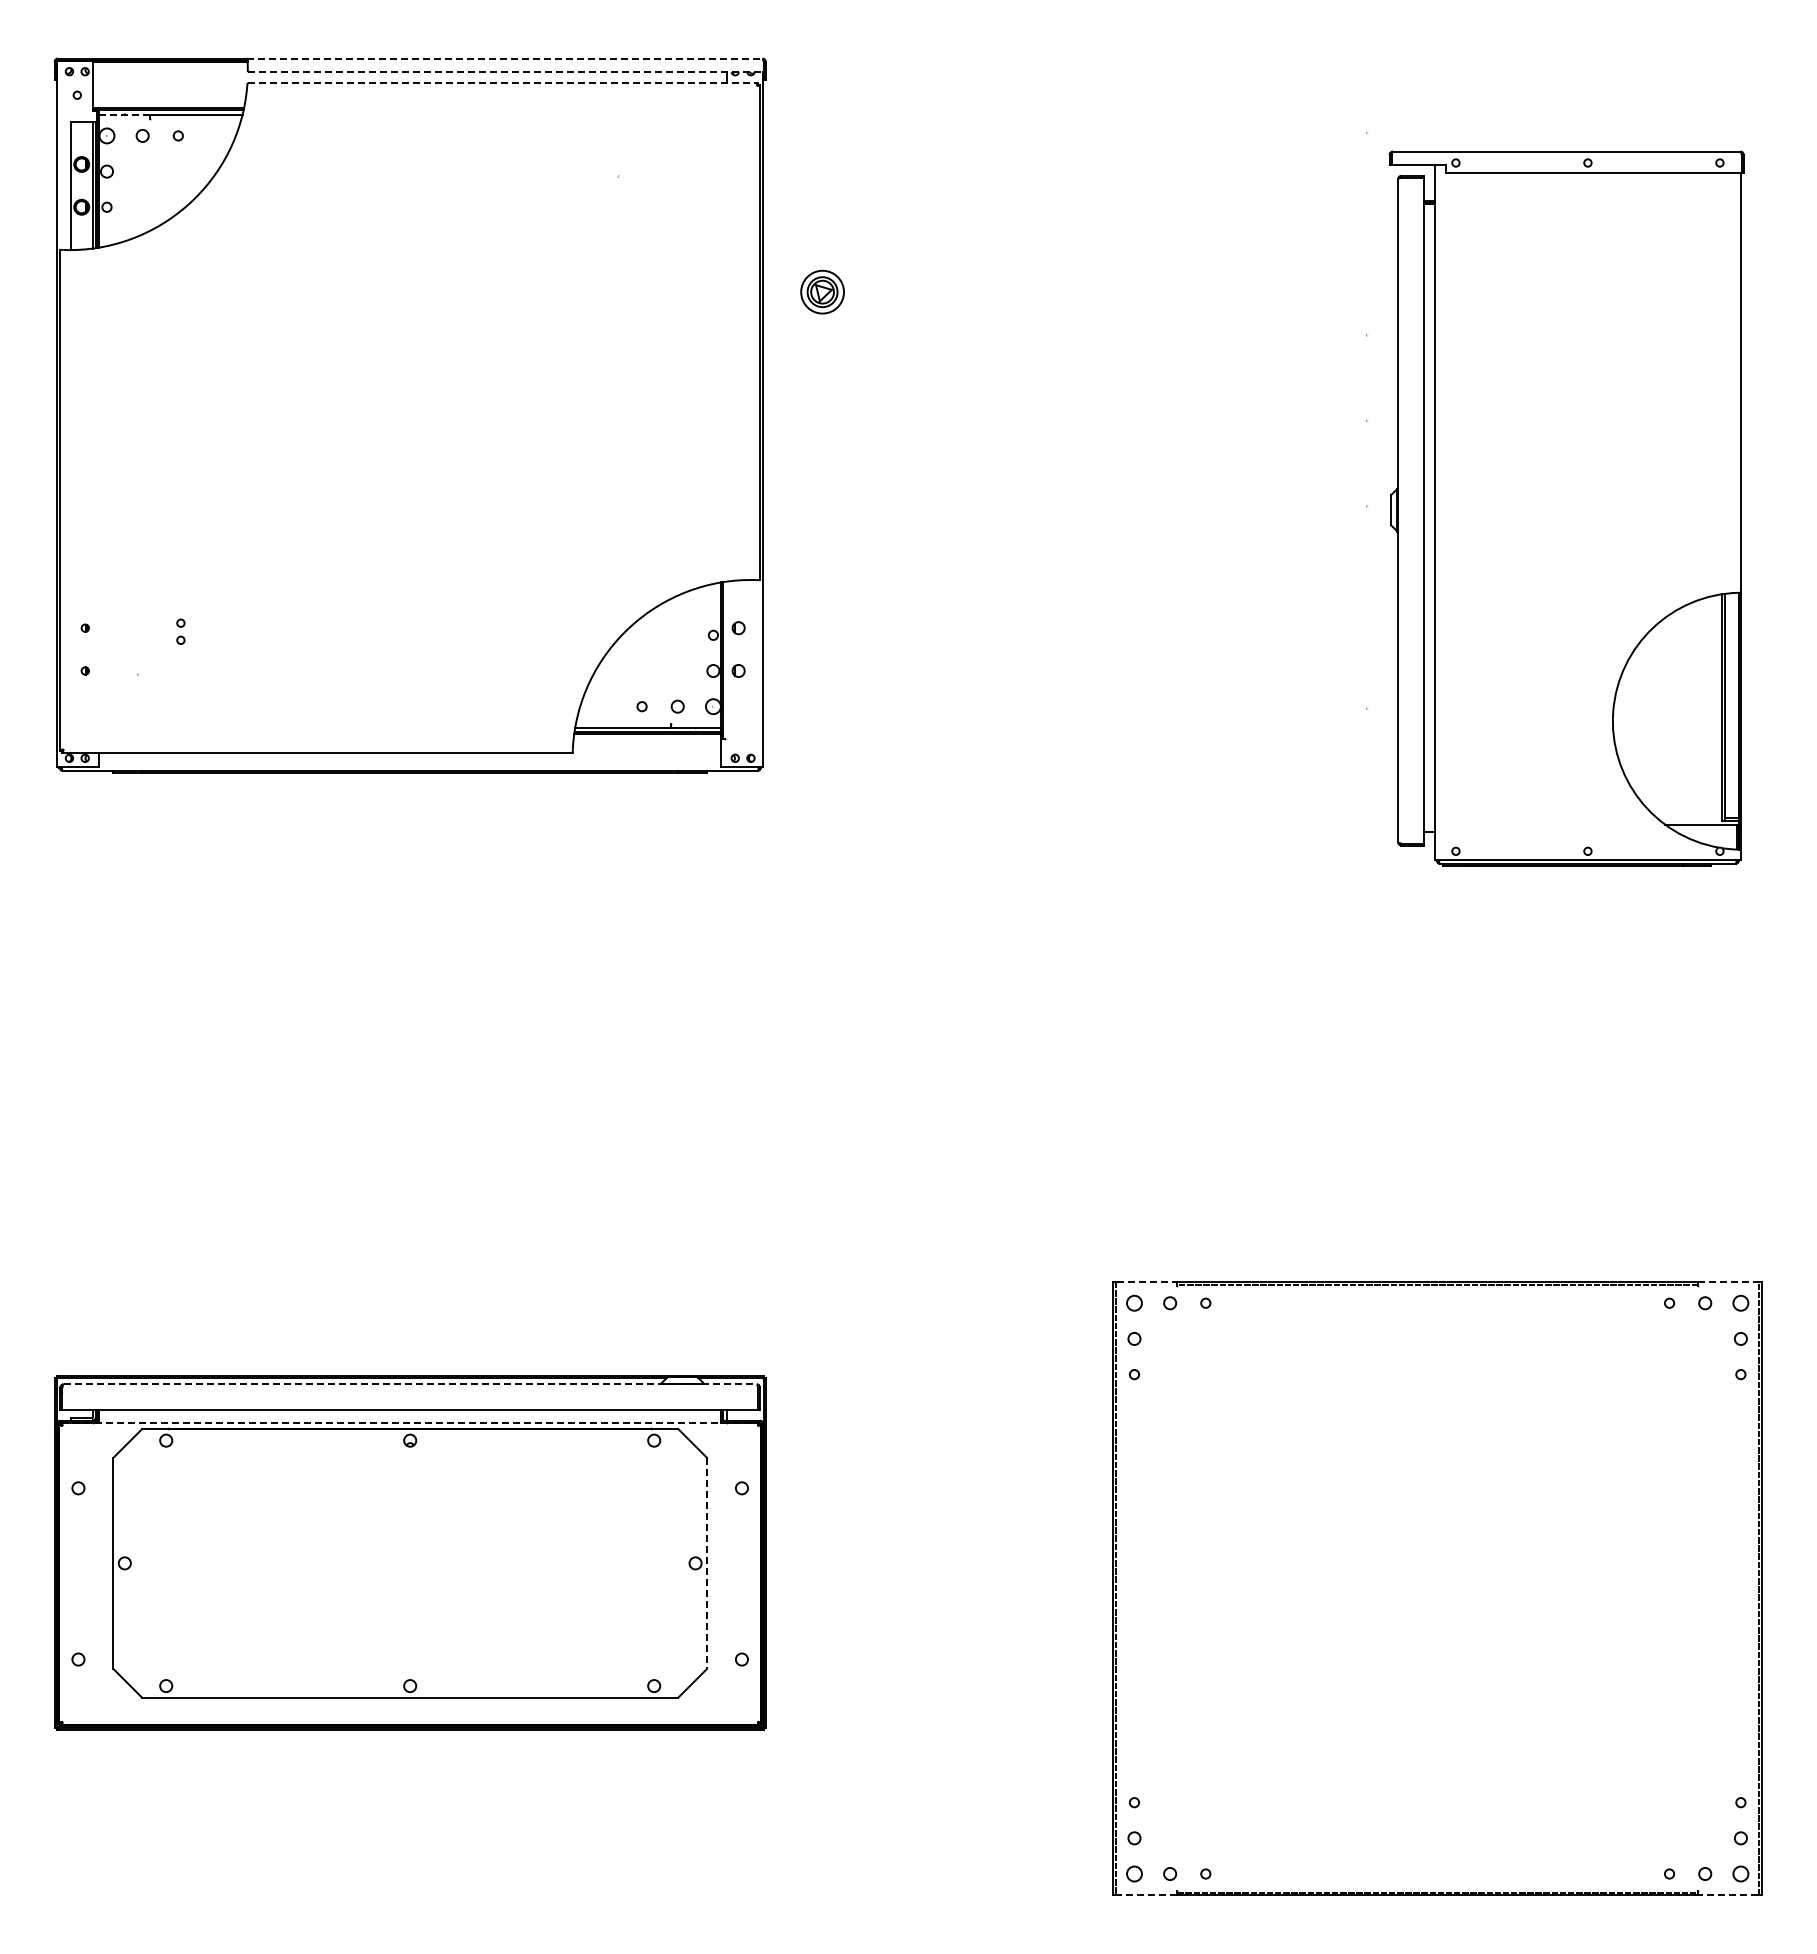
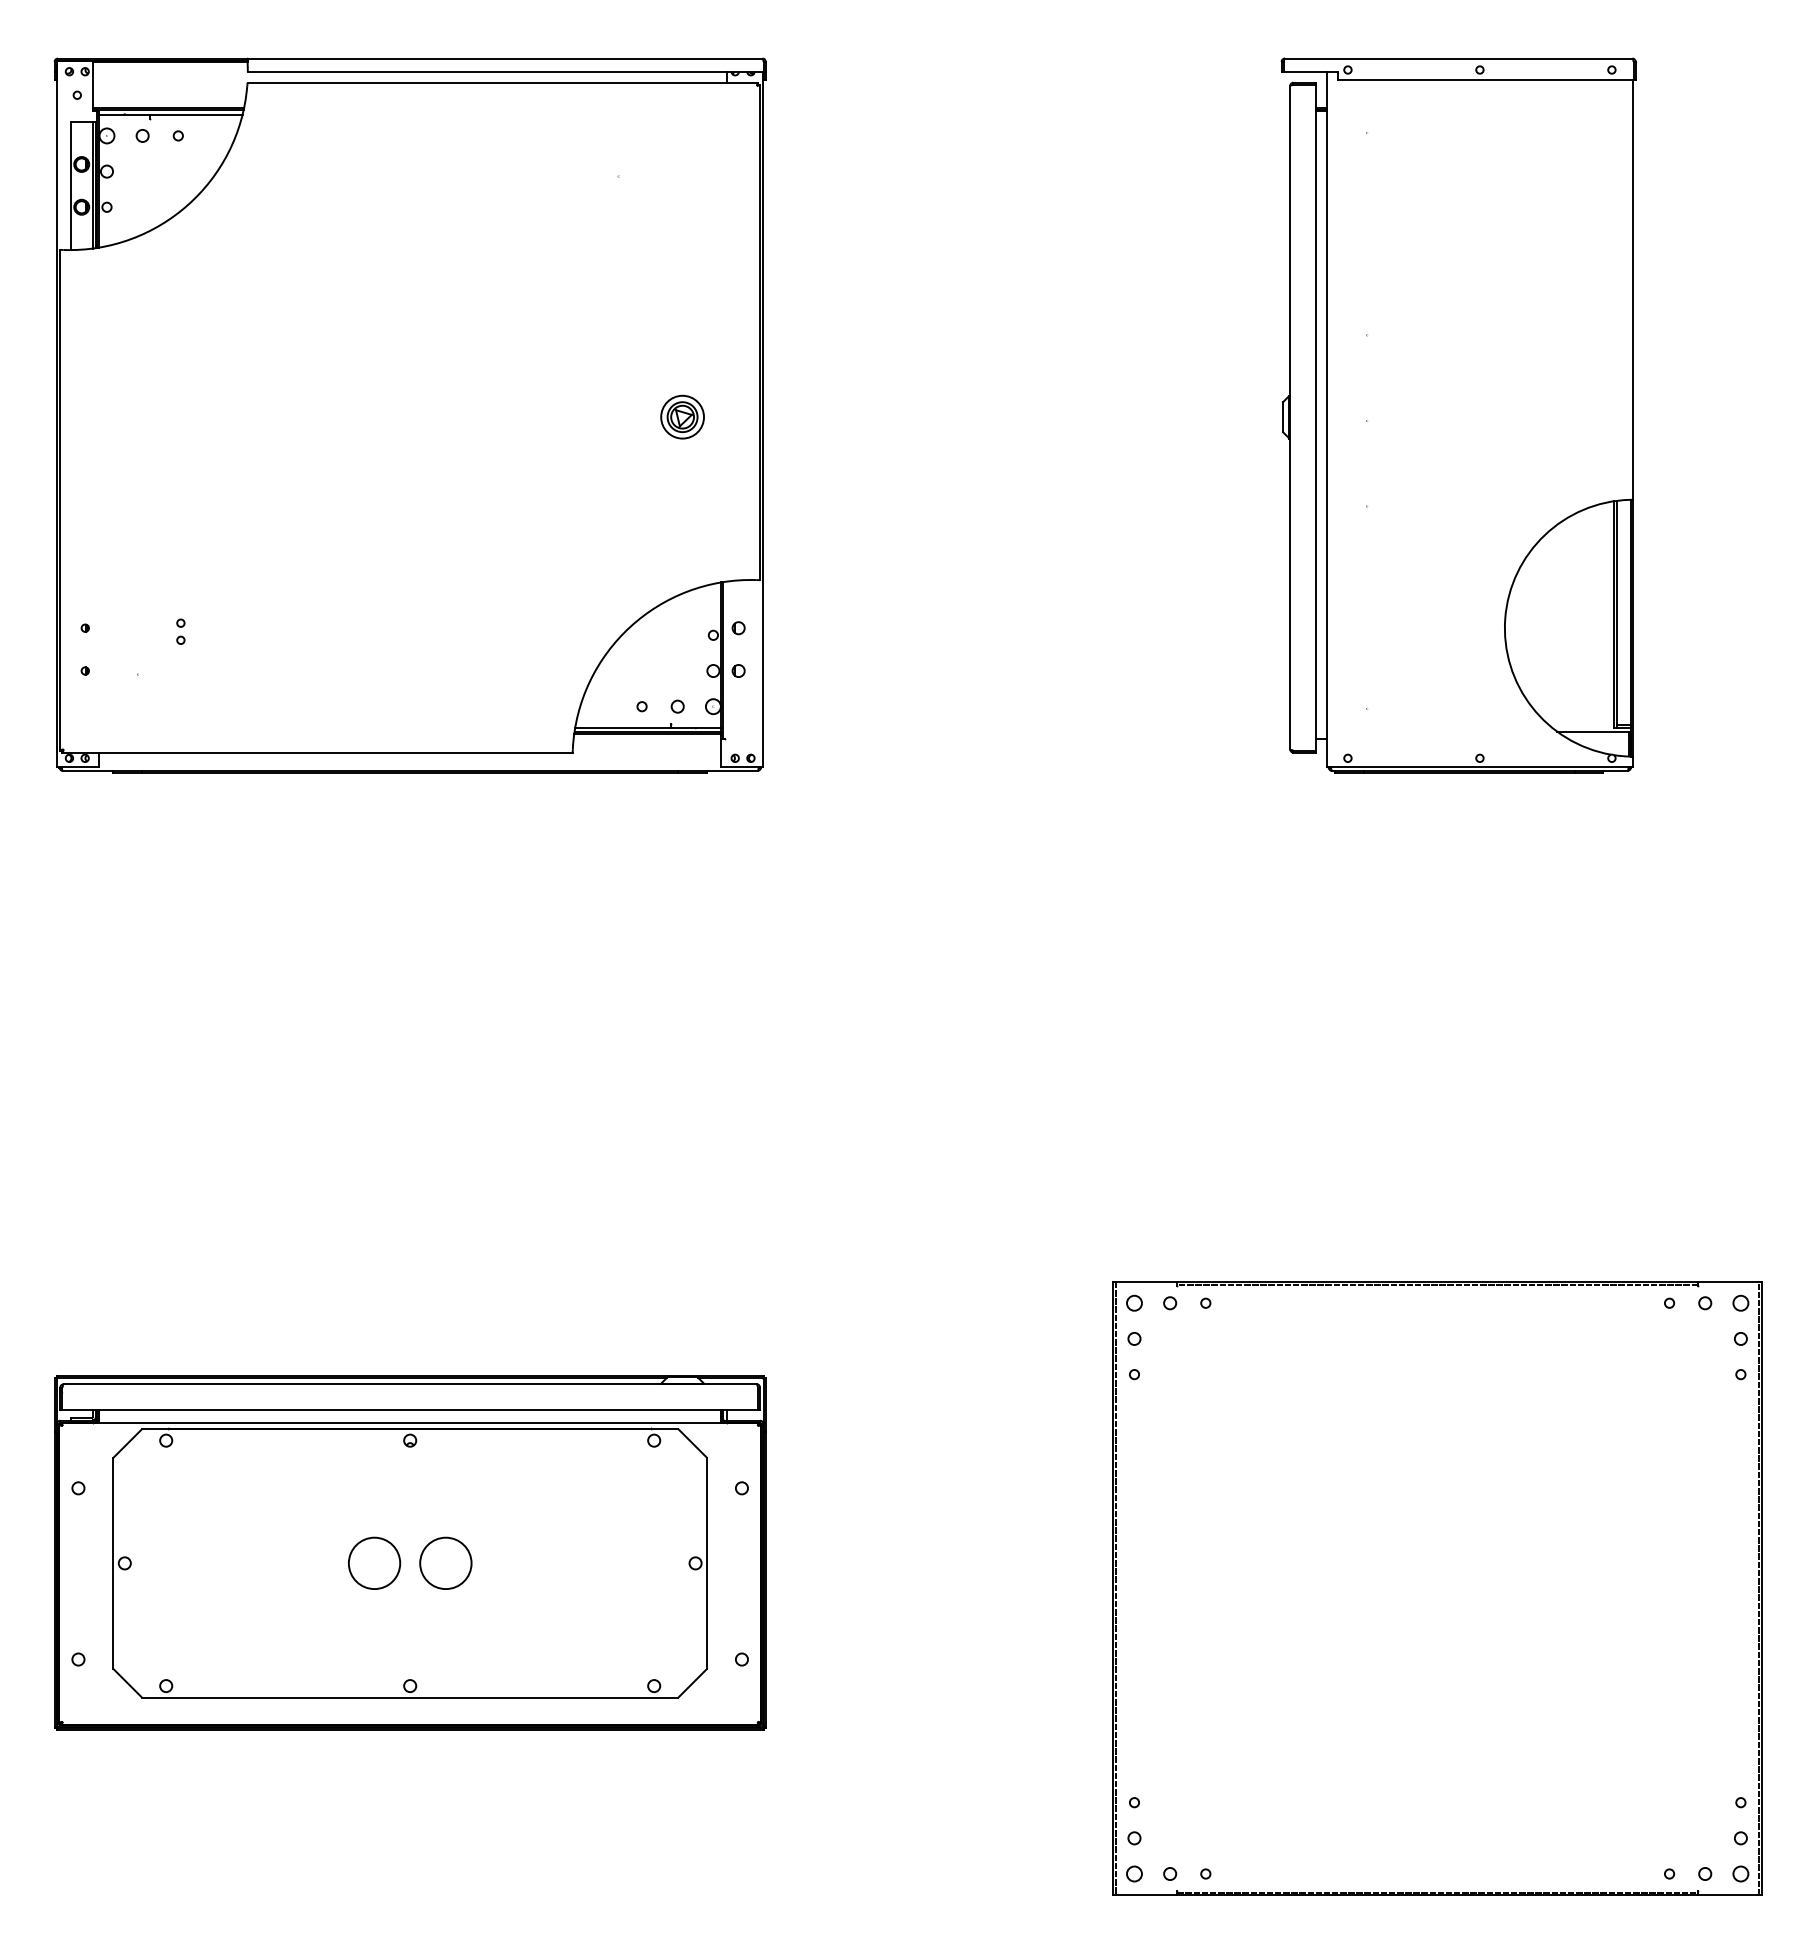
line at (504, 58): dashed -> solid
line at (505, 72): dashed -> solid
line at (503, 82): dashed -> solid
line at (124, 114): dashed -> solid
part at (822, 291) position: (822, 291) -> (682, 416)
part at (1566, 508) position: (1566, 508) -> (1458, 415)
line at (1147, 1281): dashed -> solid
line at (1728, 1281): dashed -> solid
line at (410, 1384): dashed -> solid
line at (410, 1422): dashed -> solid
circle at (374, 1562): none -> present
circle at (445, 1562): none -> present
line at (707, 1563): dashed -> solid
line at (1146, 1895): dashed -> solid
line at (1727, 1895): dashed -> solid
